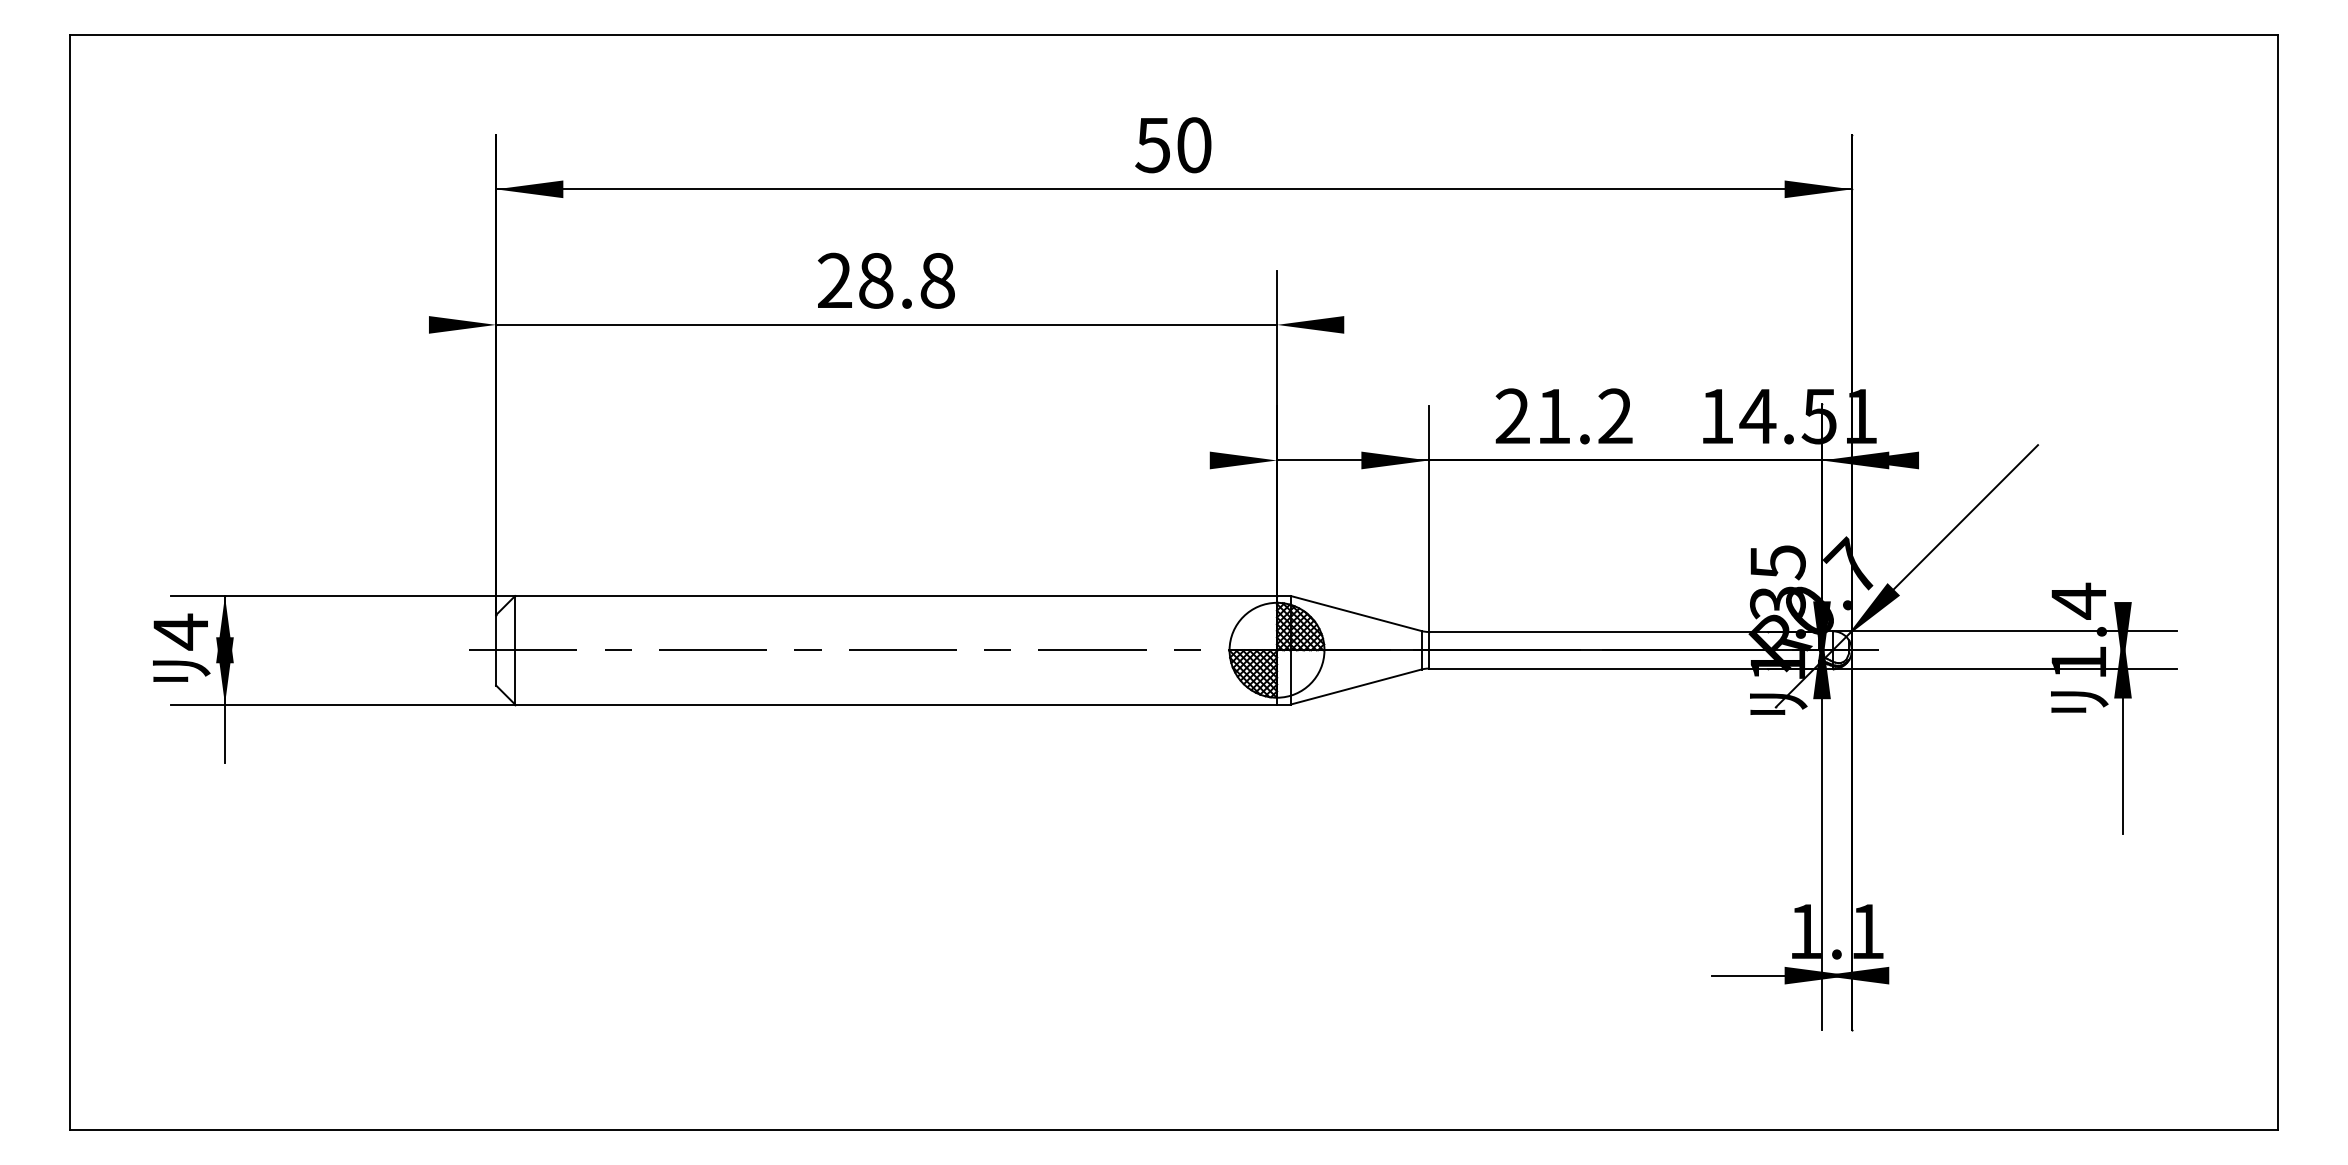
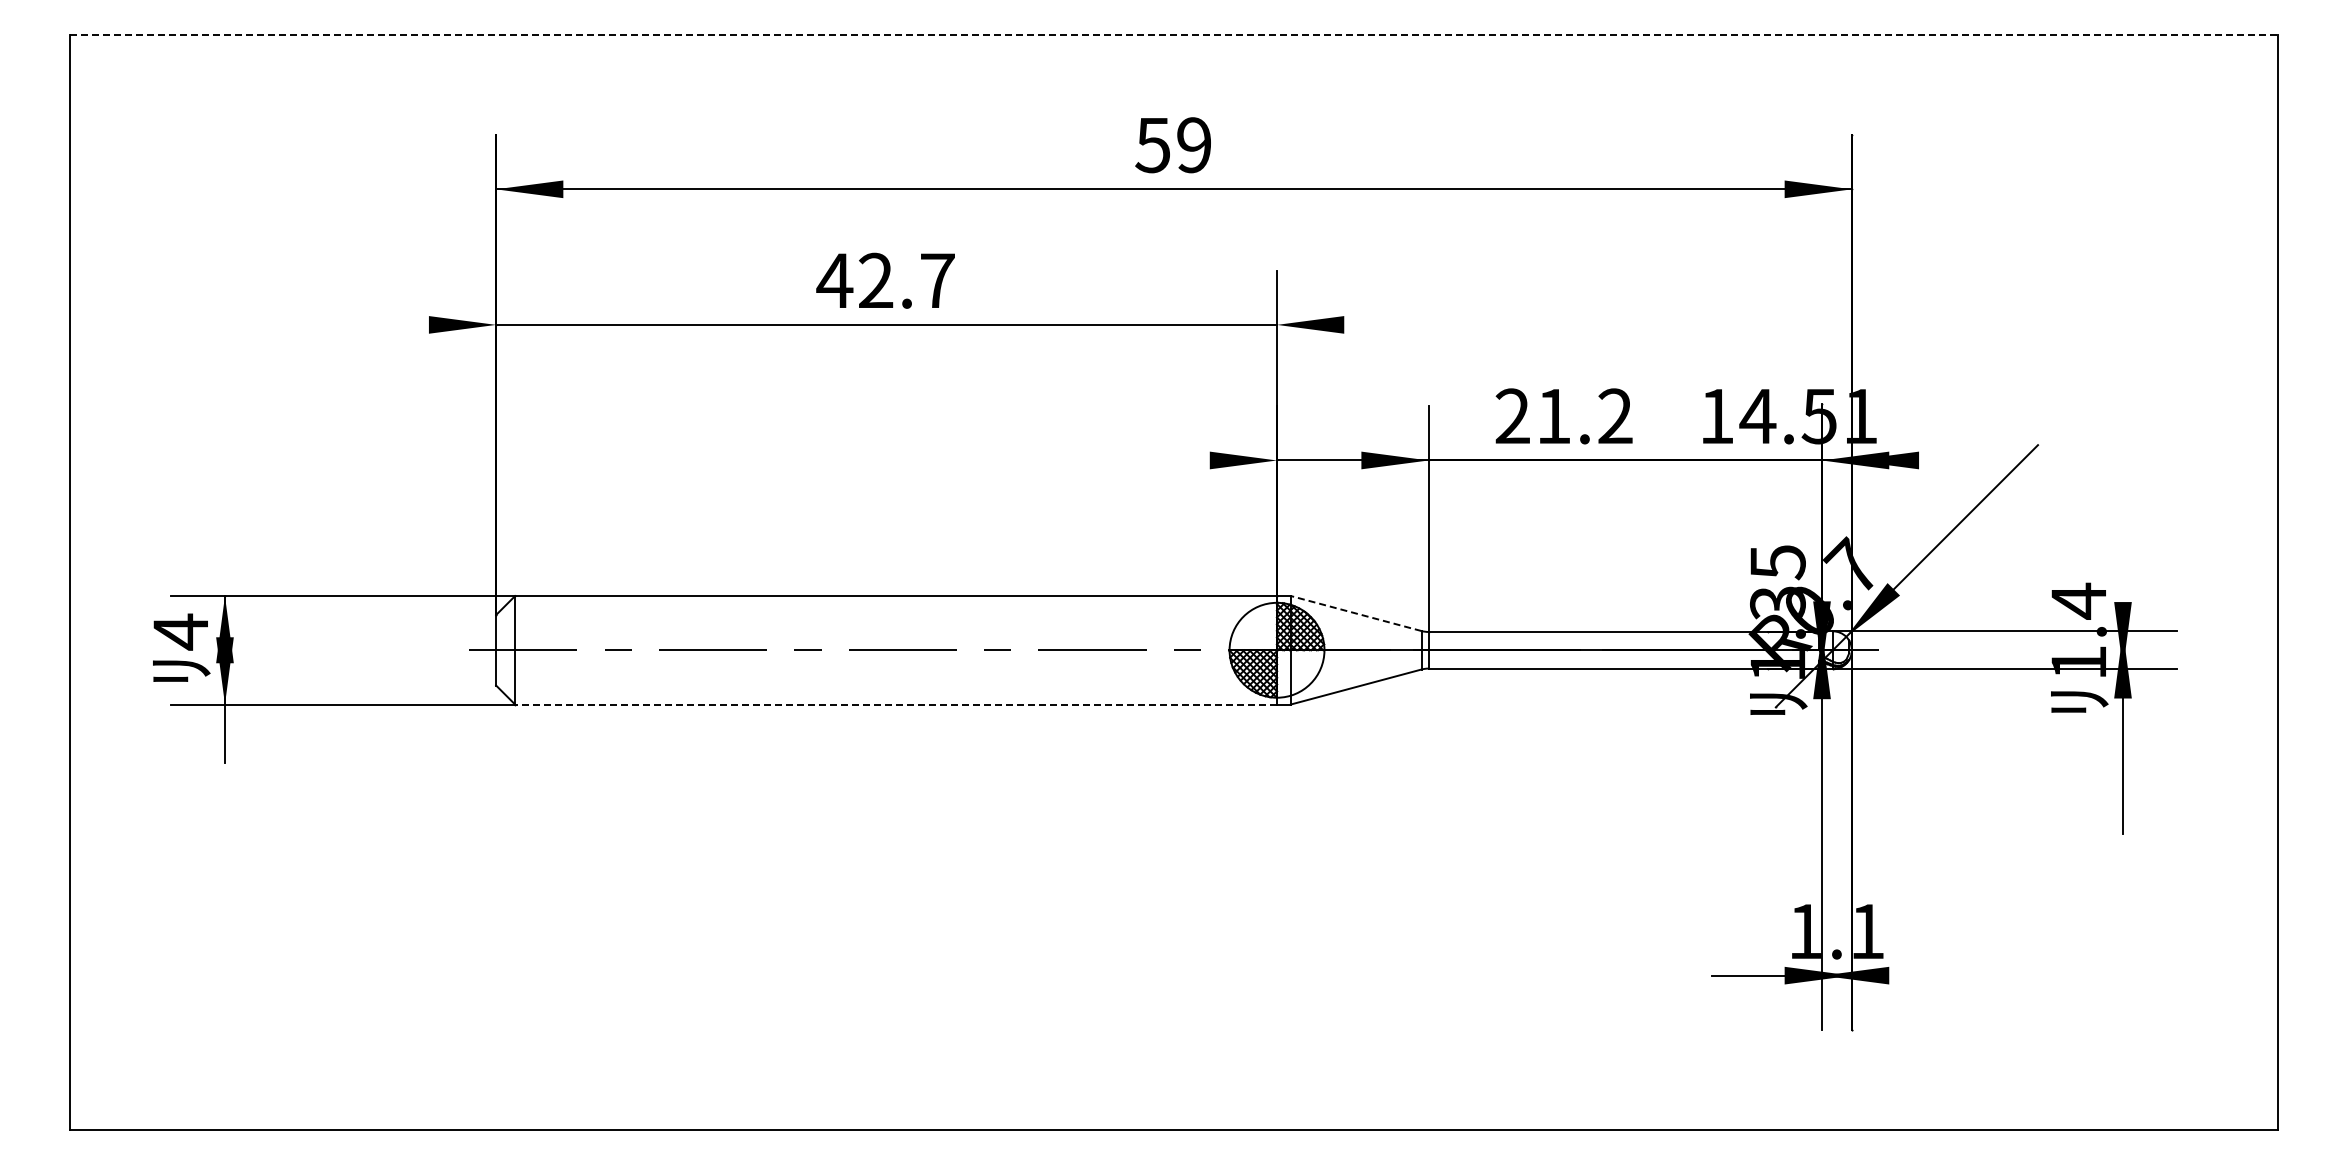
line at (1174, 34): solid -> dashed
text at (1194, 145): 50 -> 59
text at (885, 280): 28.8 -> 42.7
line at (1356, 613): solid -> dashed
line at (896, 704): solid -> dashed
